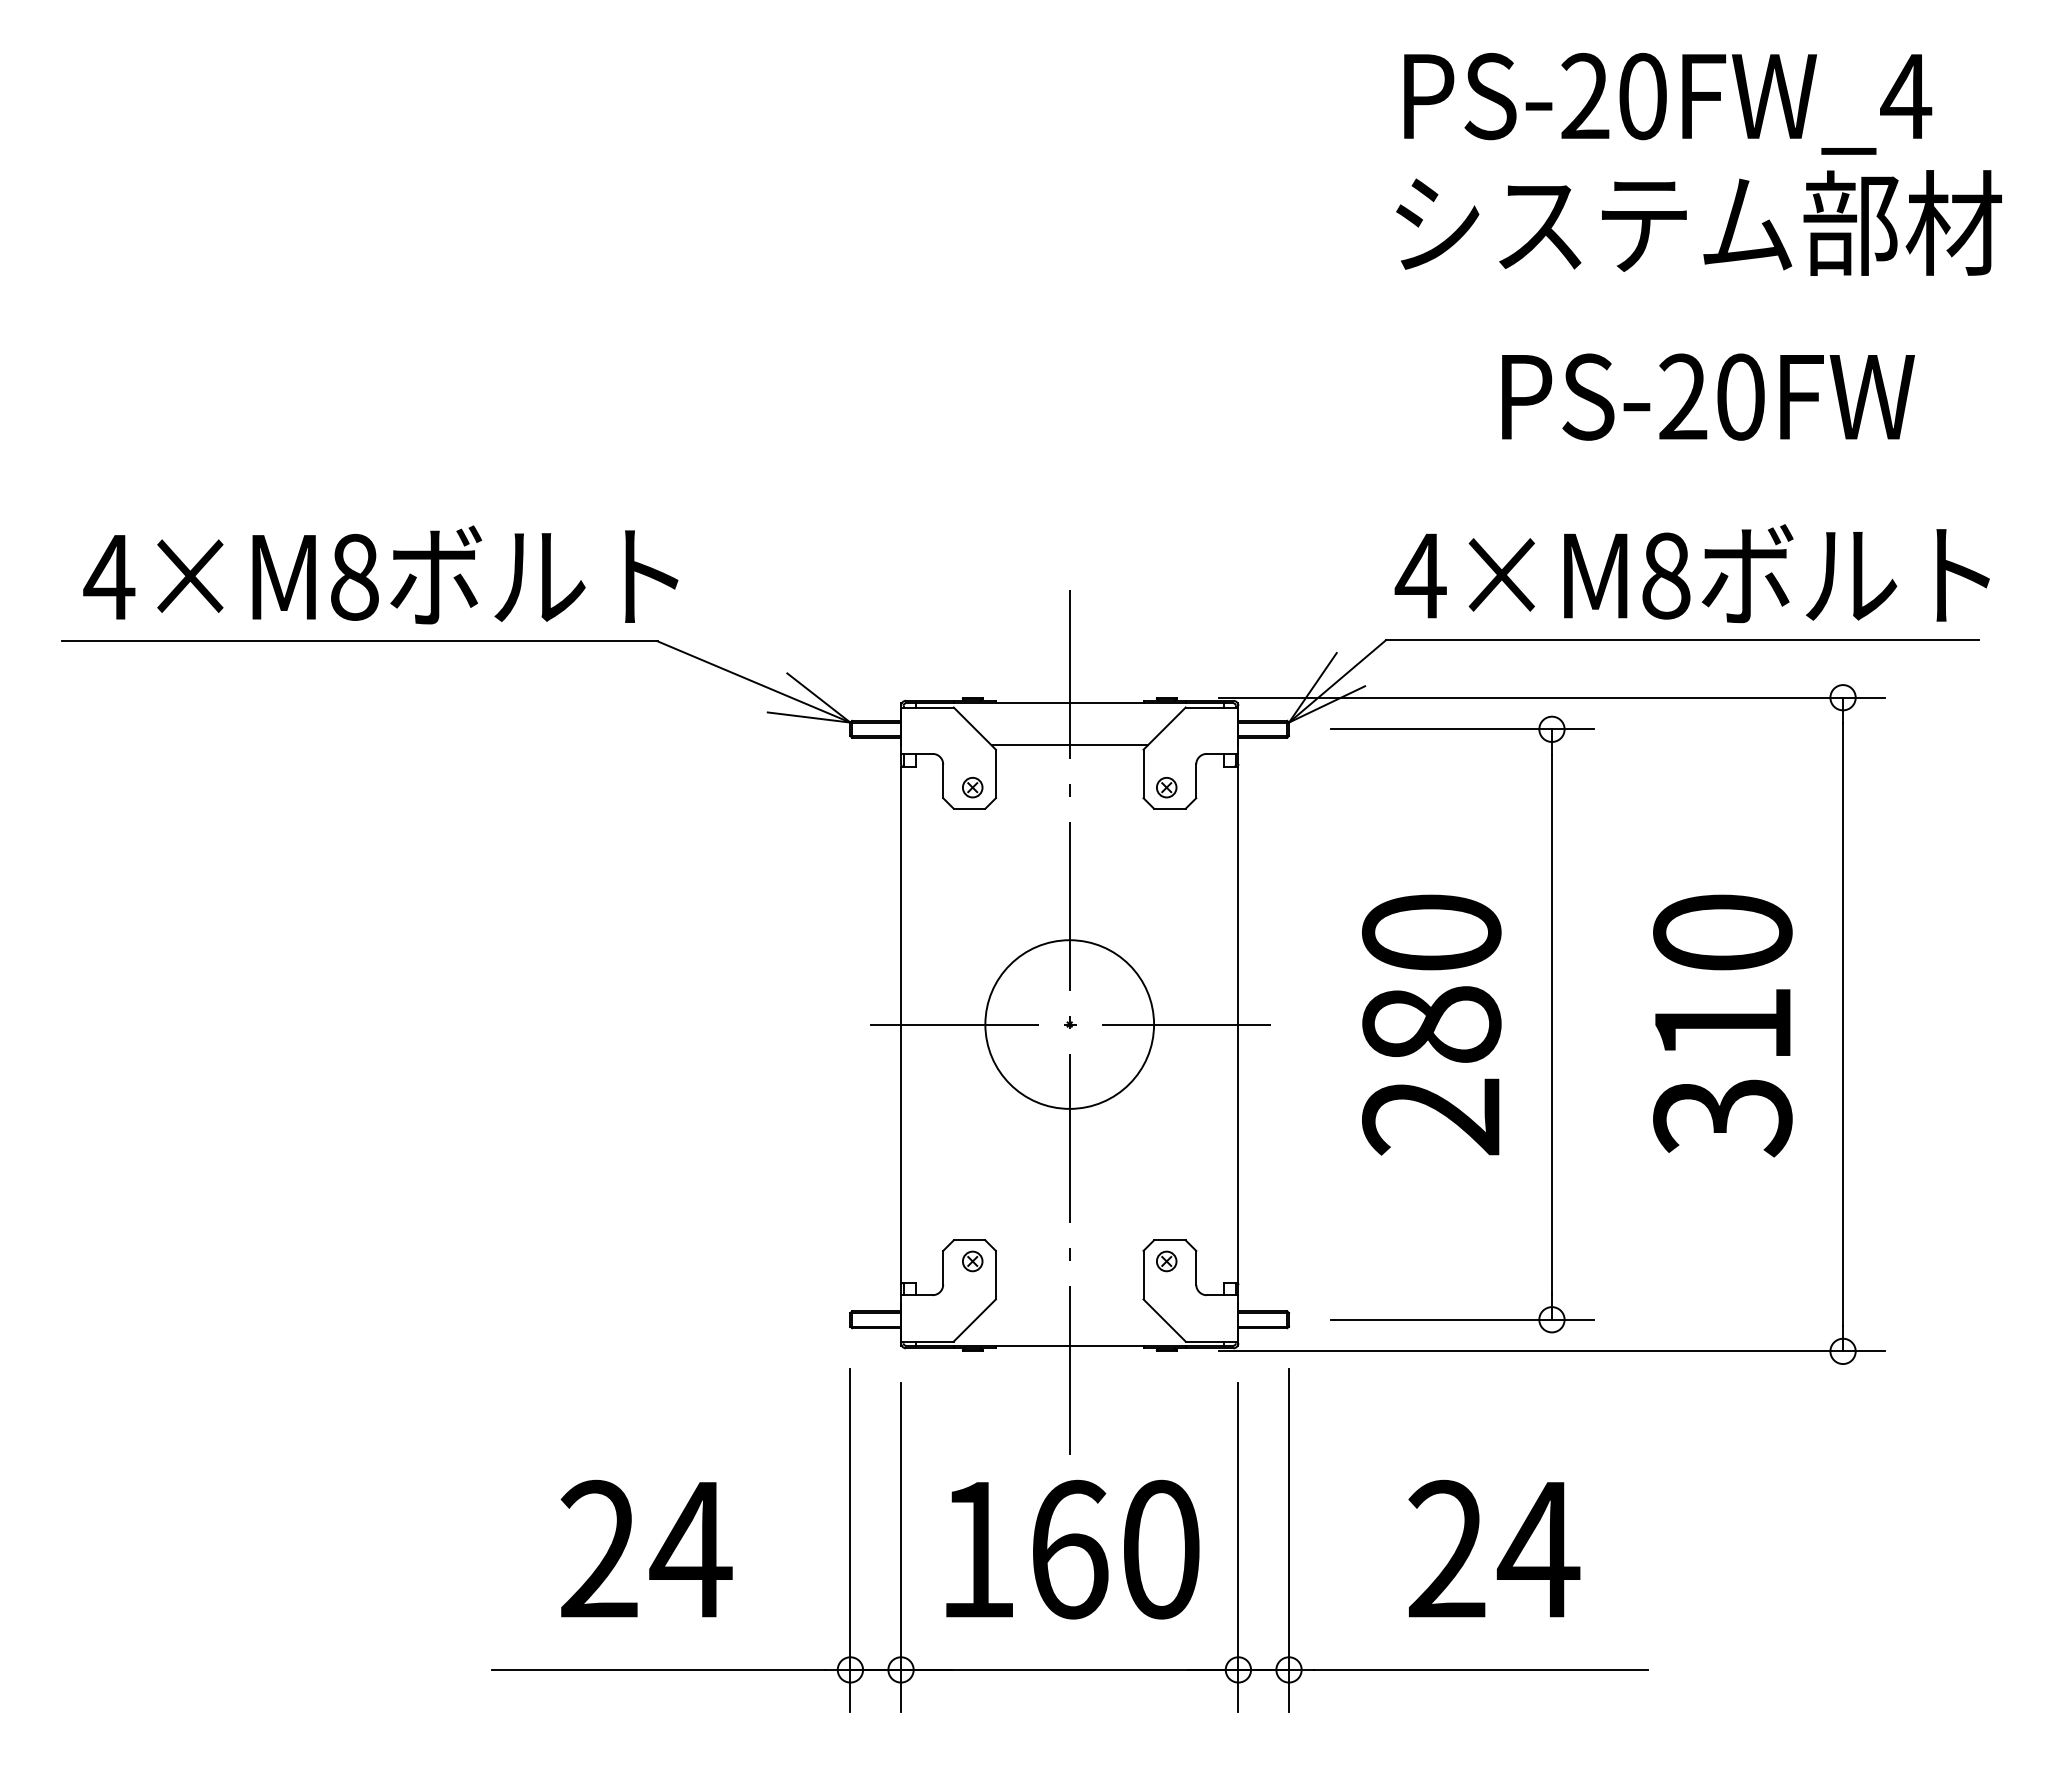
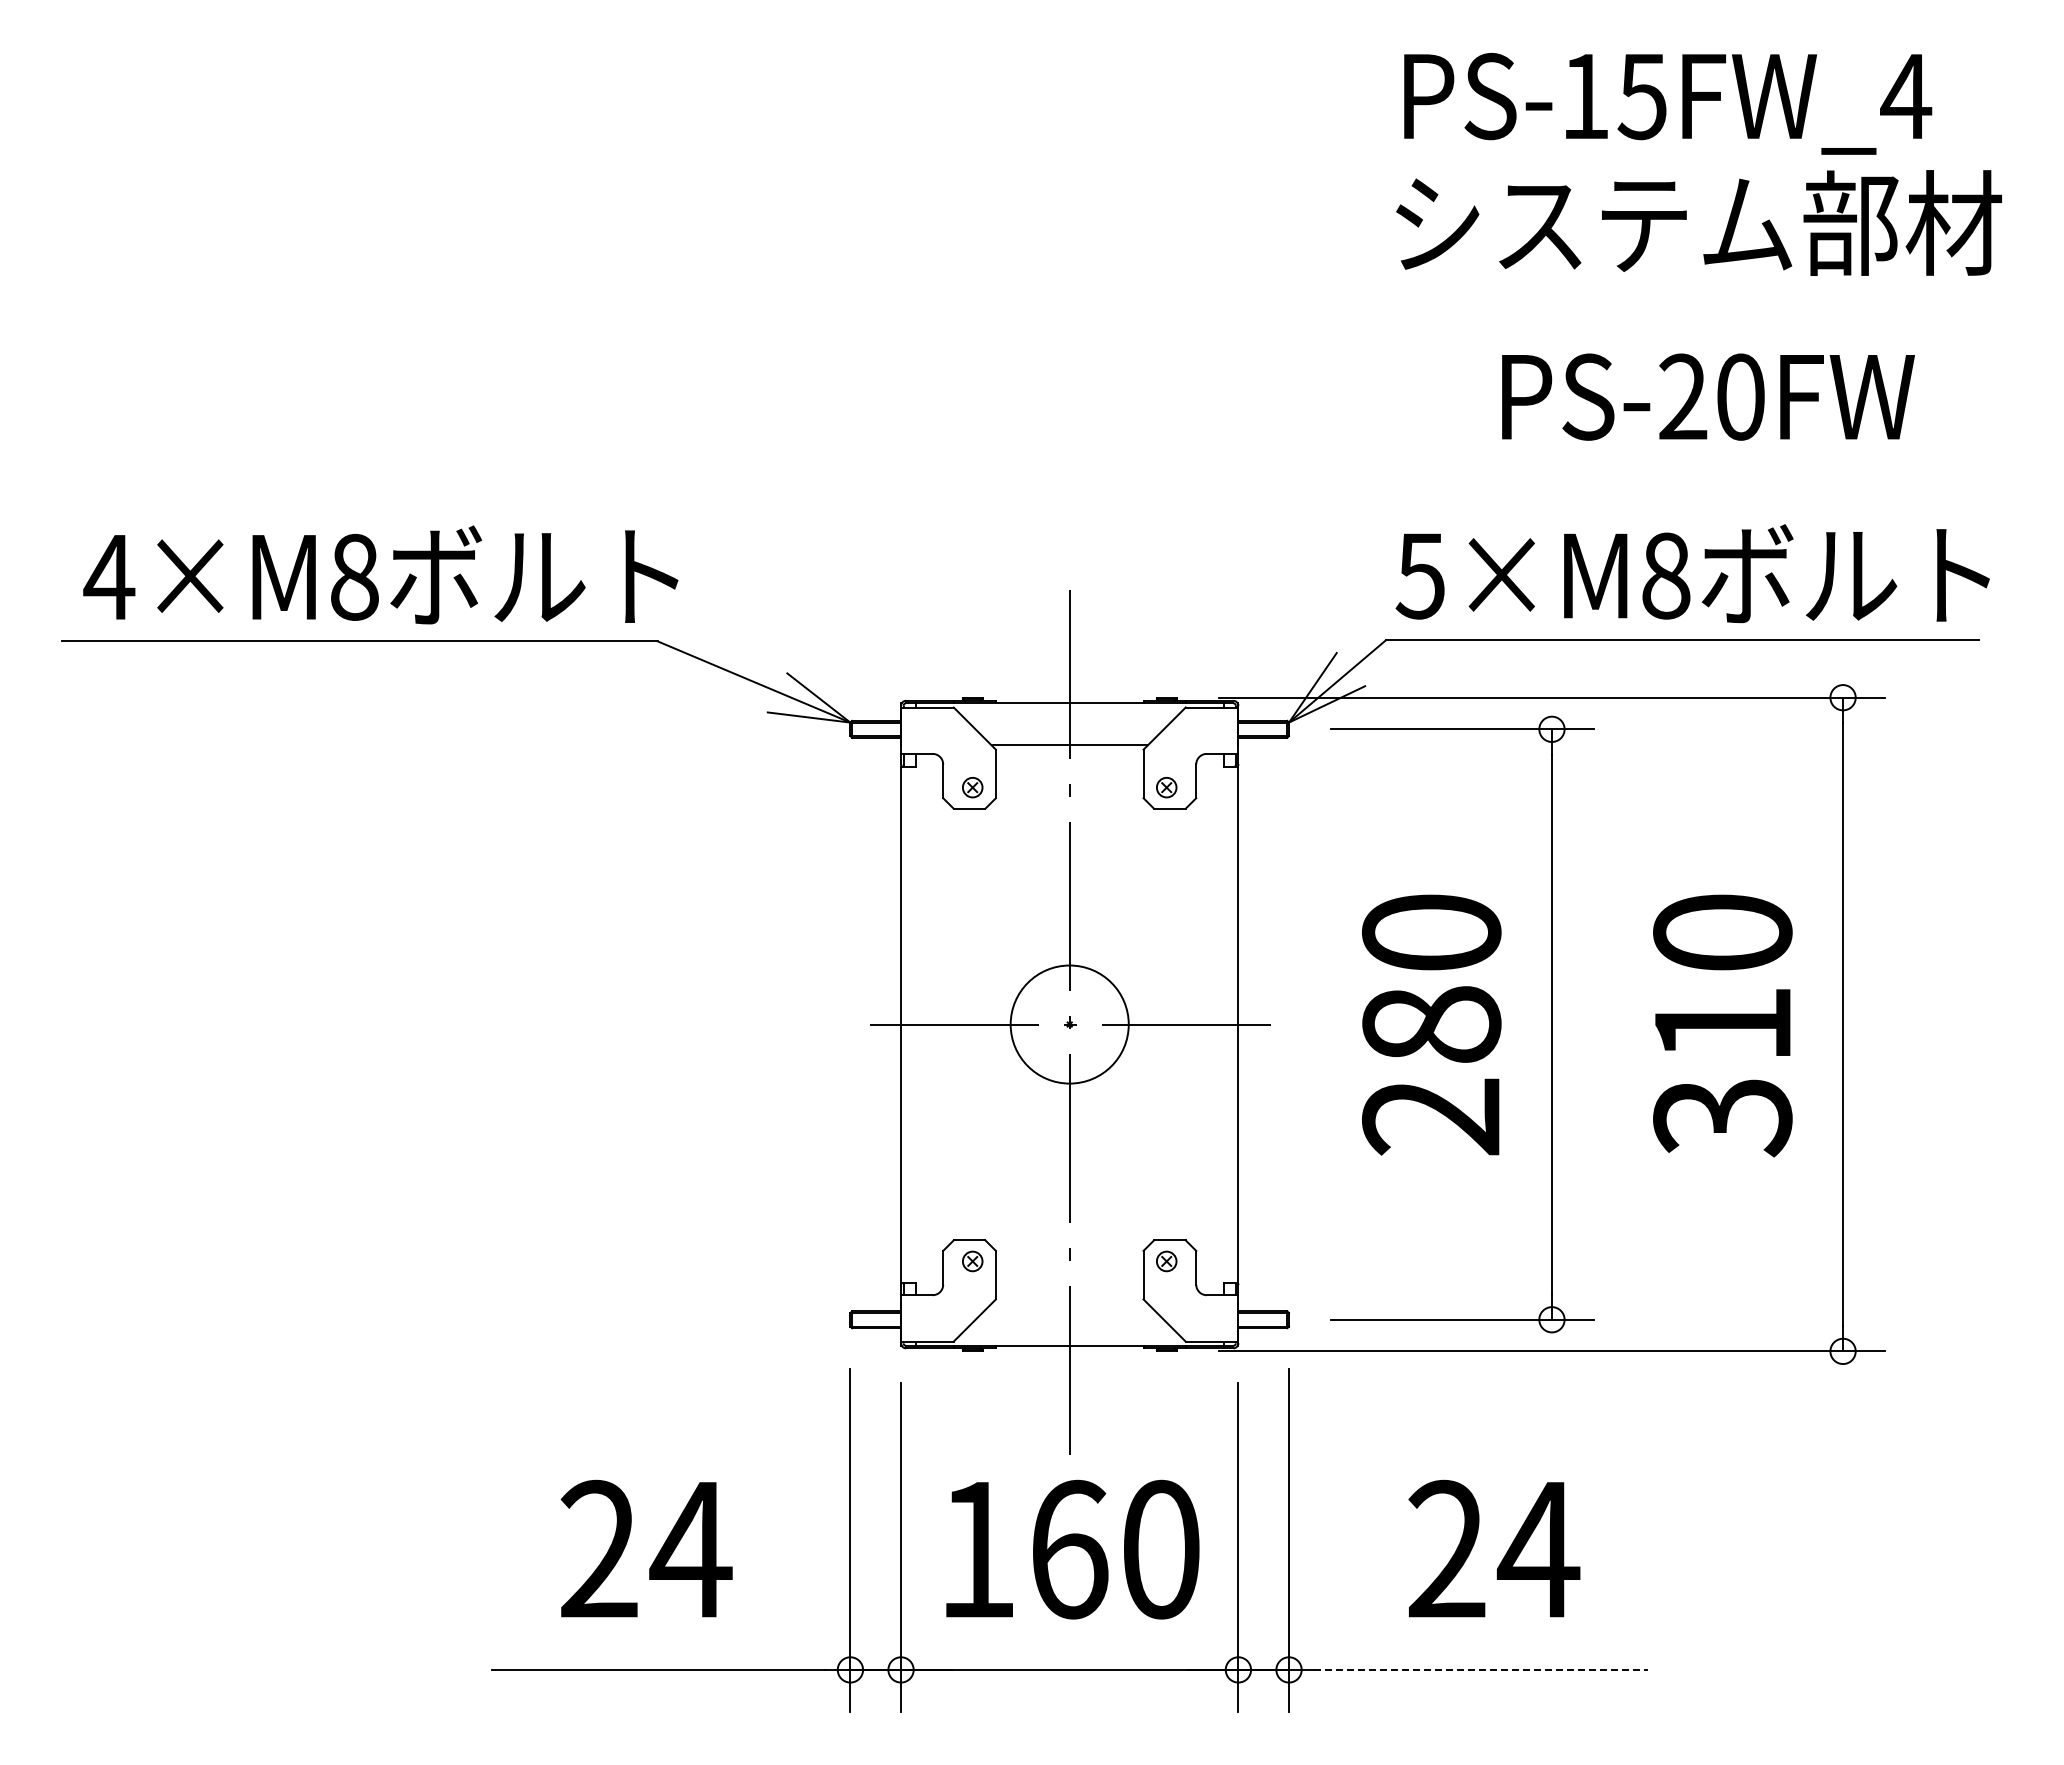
text at (1613, 96): PS-20FW_4 -> PS-15FW_4
text at (1420, 576): 4×M8 -> 5×M8
circle at (1069, 1024) diameter: 169 px -> 118 px
line at (1480, 1669): solid -> dashed
